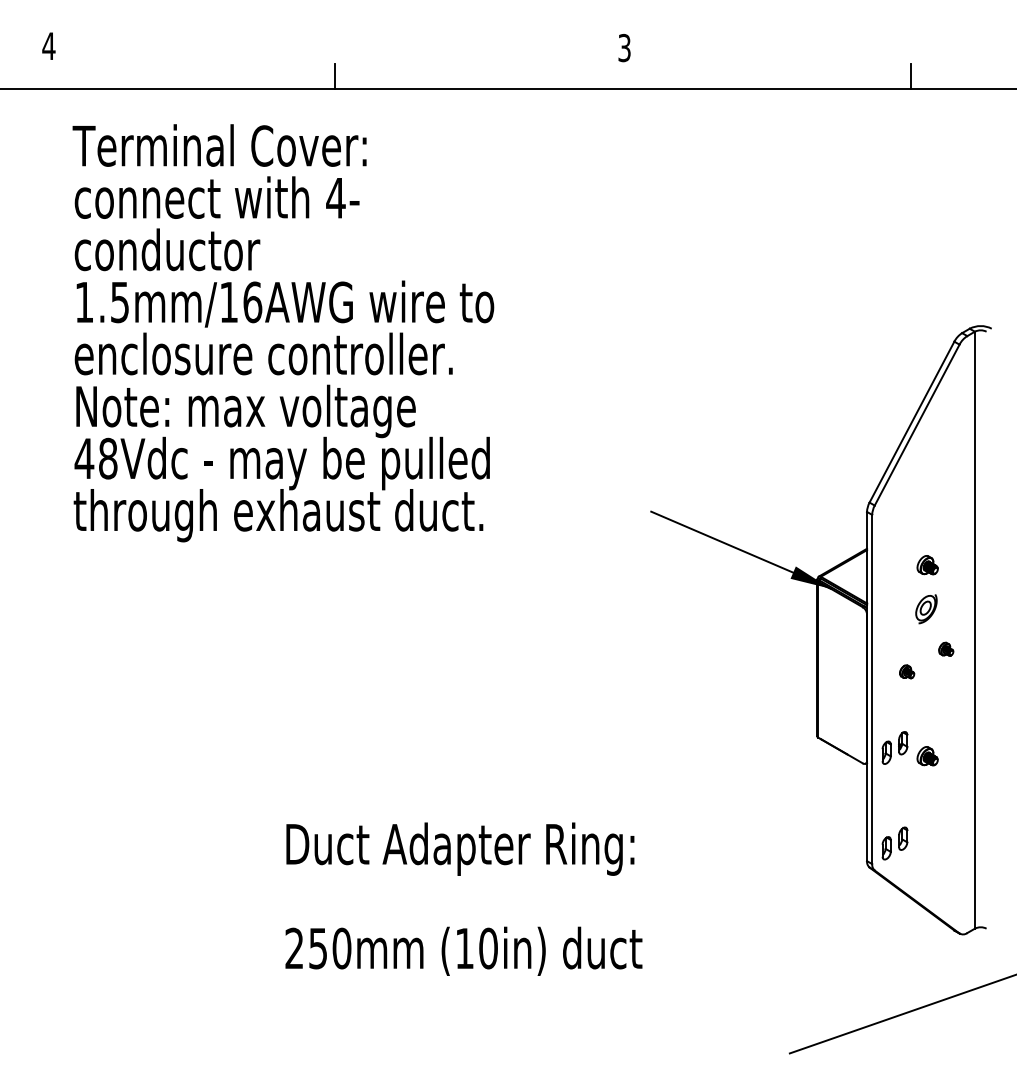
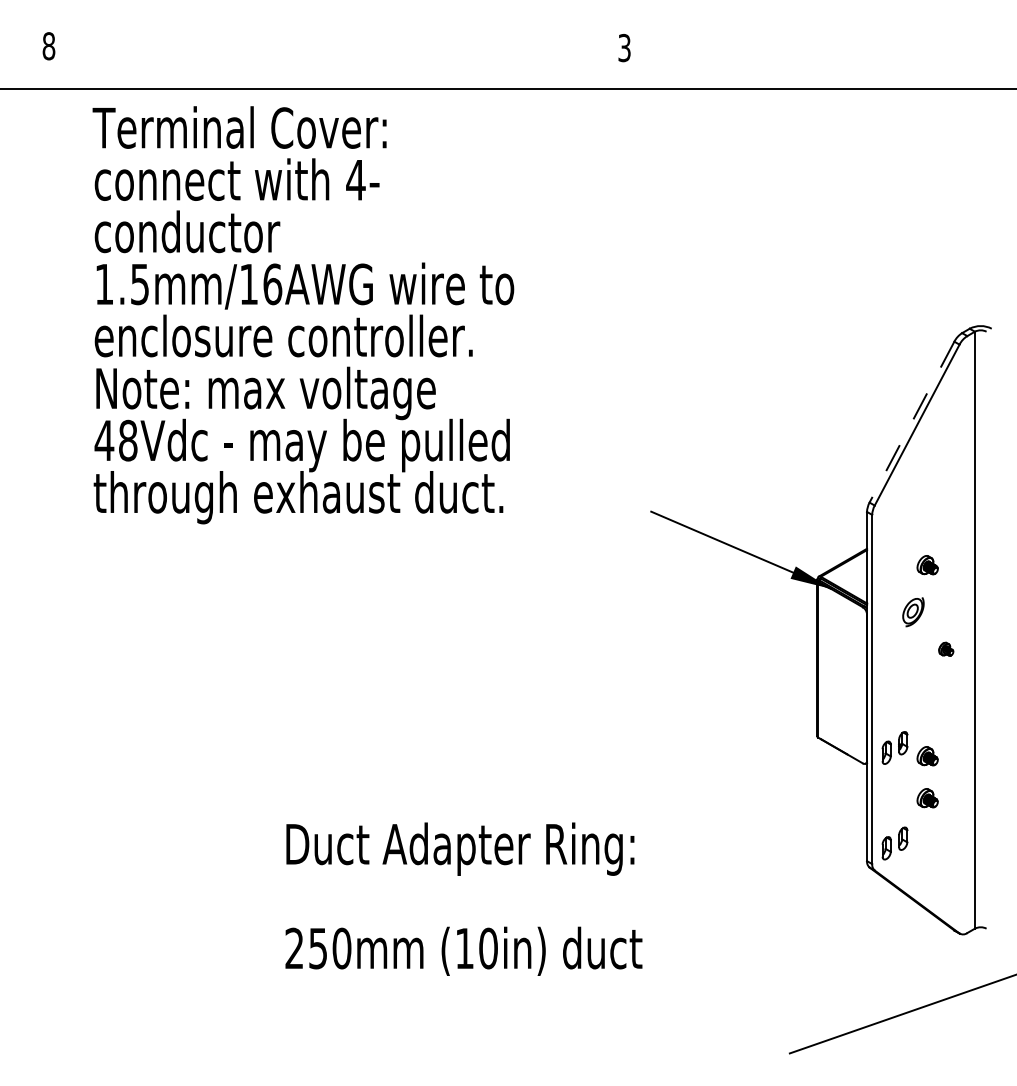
text at (48, 46): 4 -> 8
line at (335, 76): present -> none
line at (910, 76): present -> none
text at (283, 333) position: (283, 333) -> (303, 315)
line at (911, 422): solid -> dashed
part at (926, 609) position: (926, 609) -> (913, 612)
part at (907, 671): present -> none
part at (927, 798): none -> present
